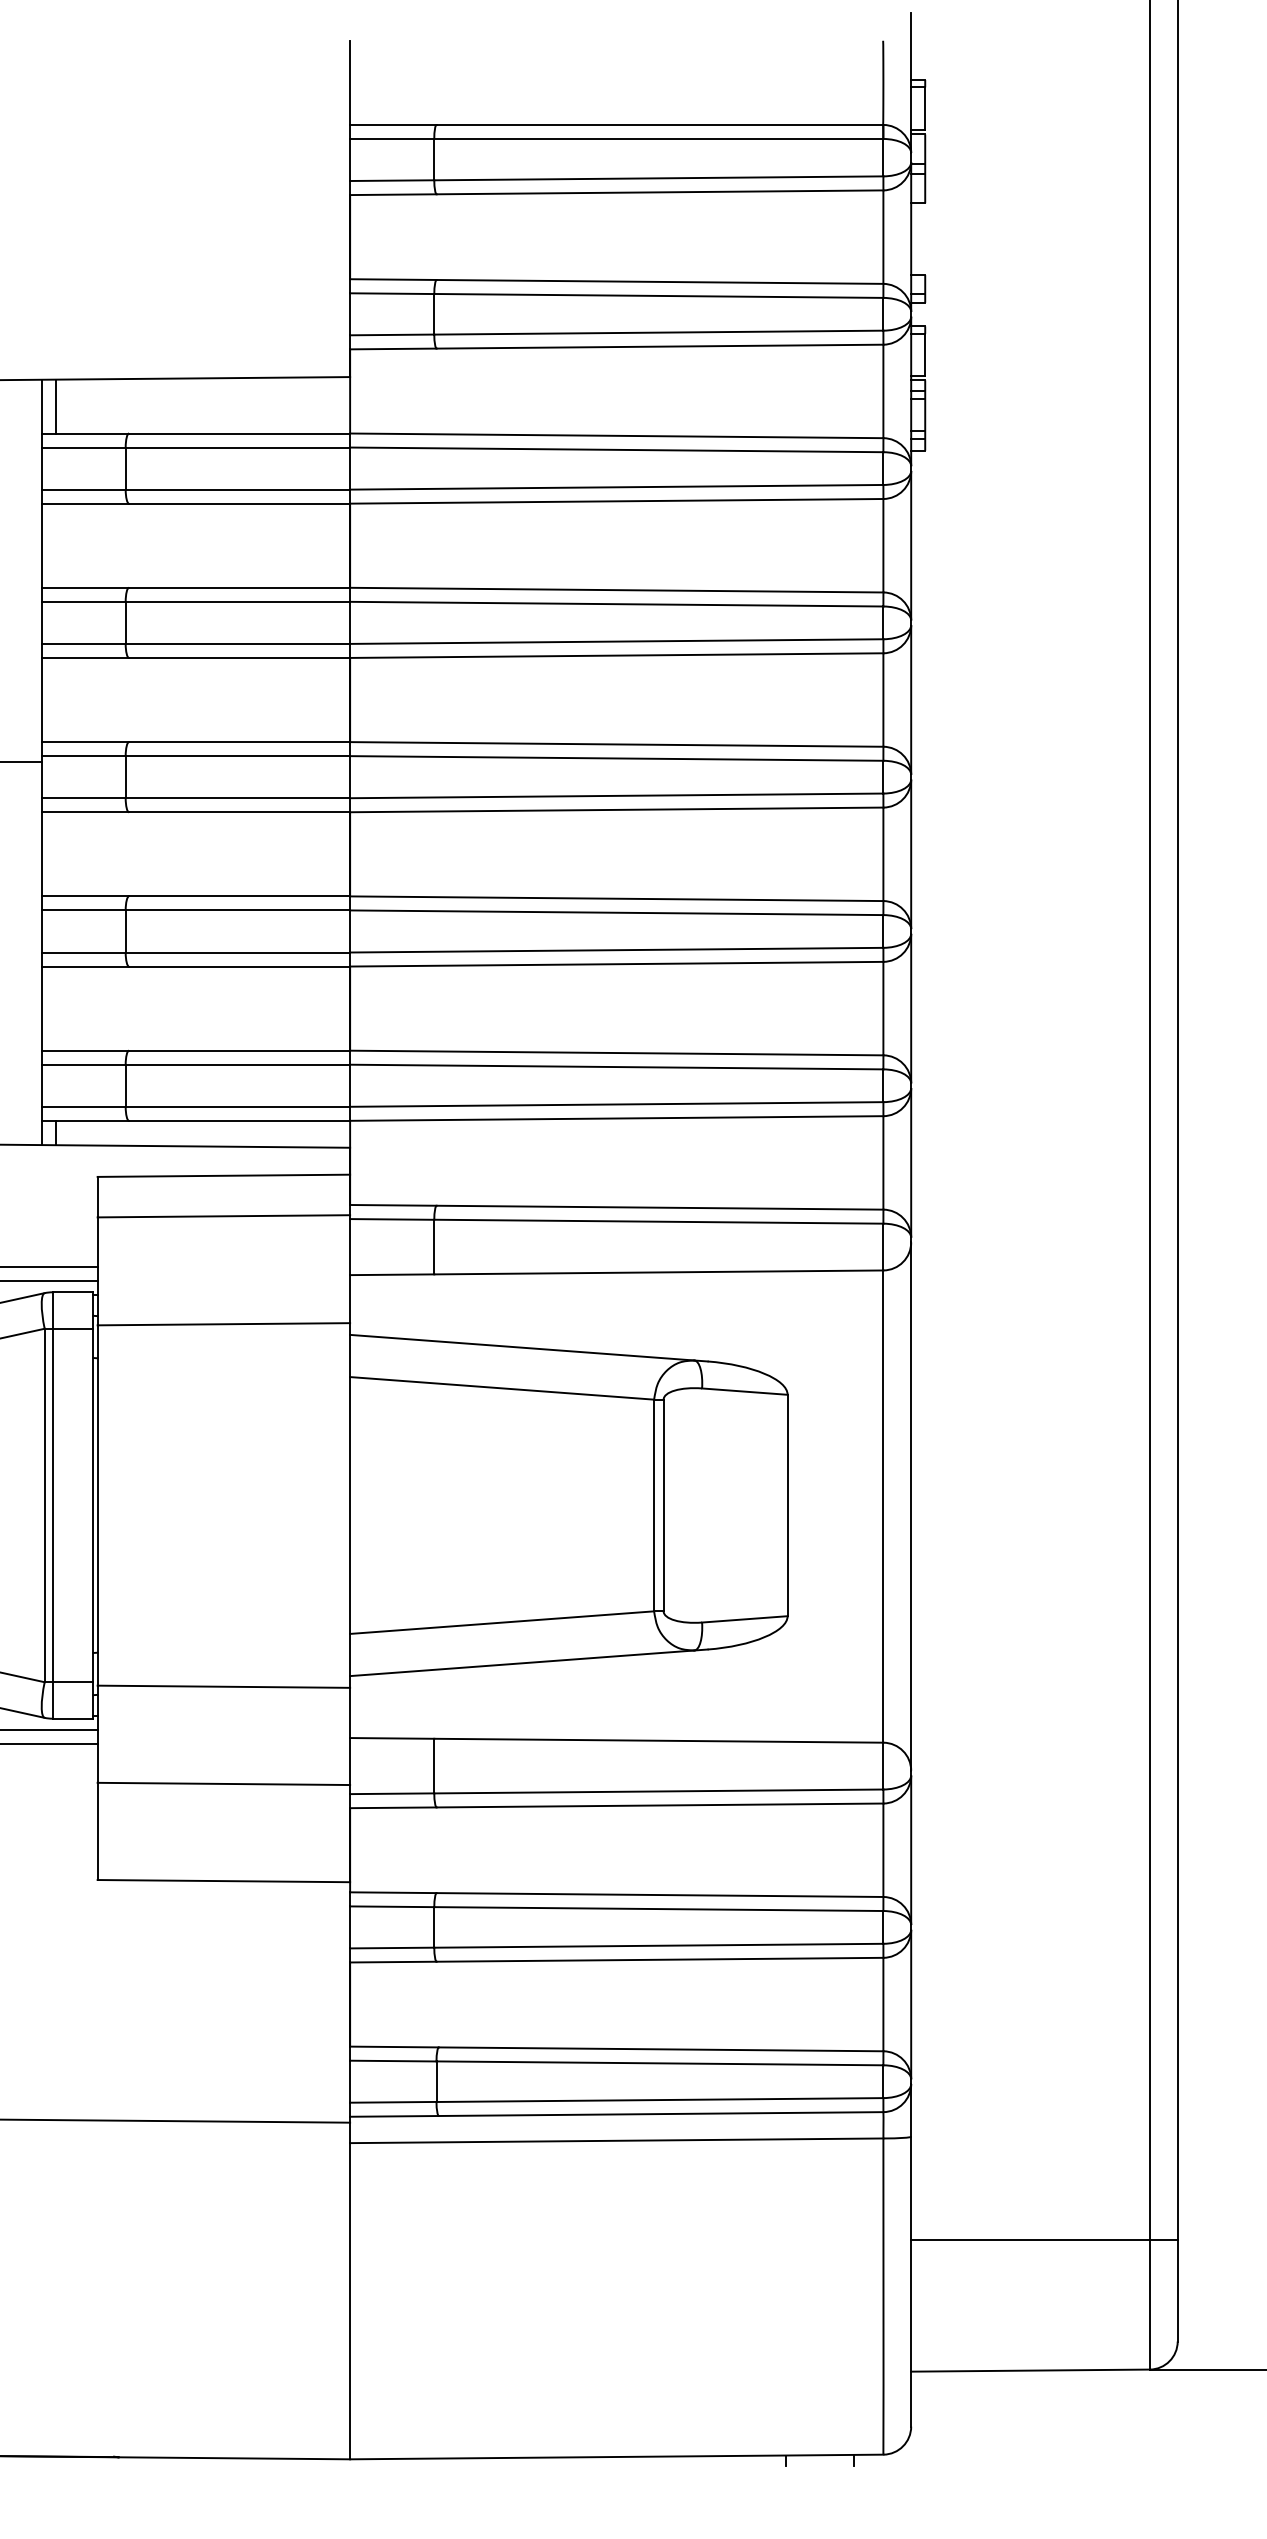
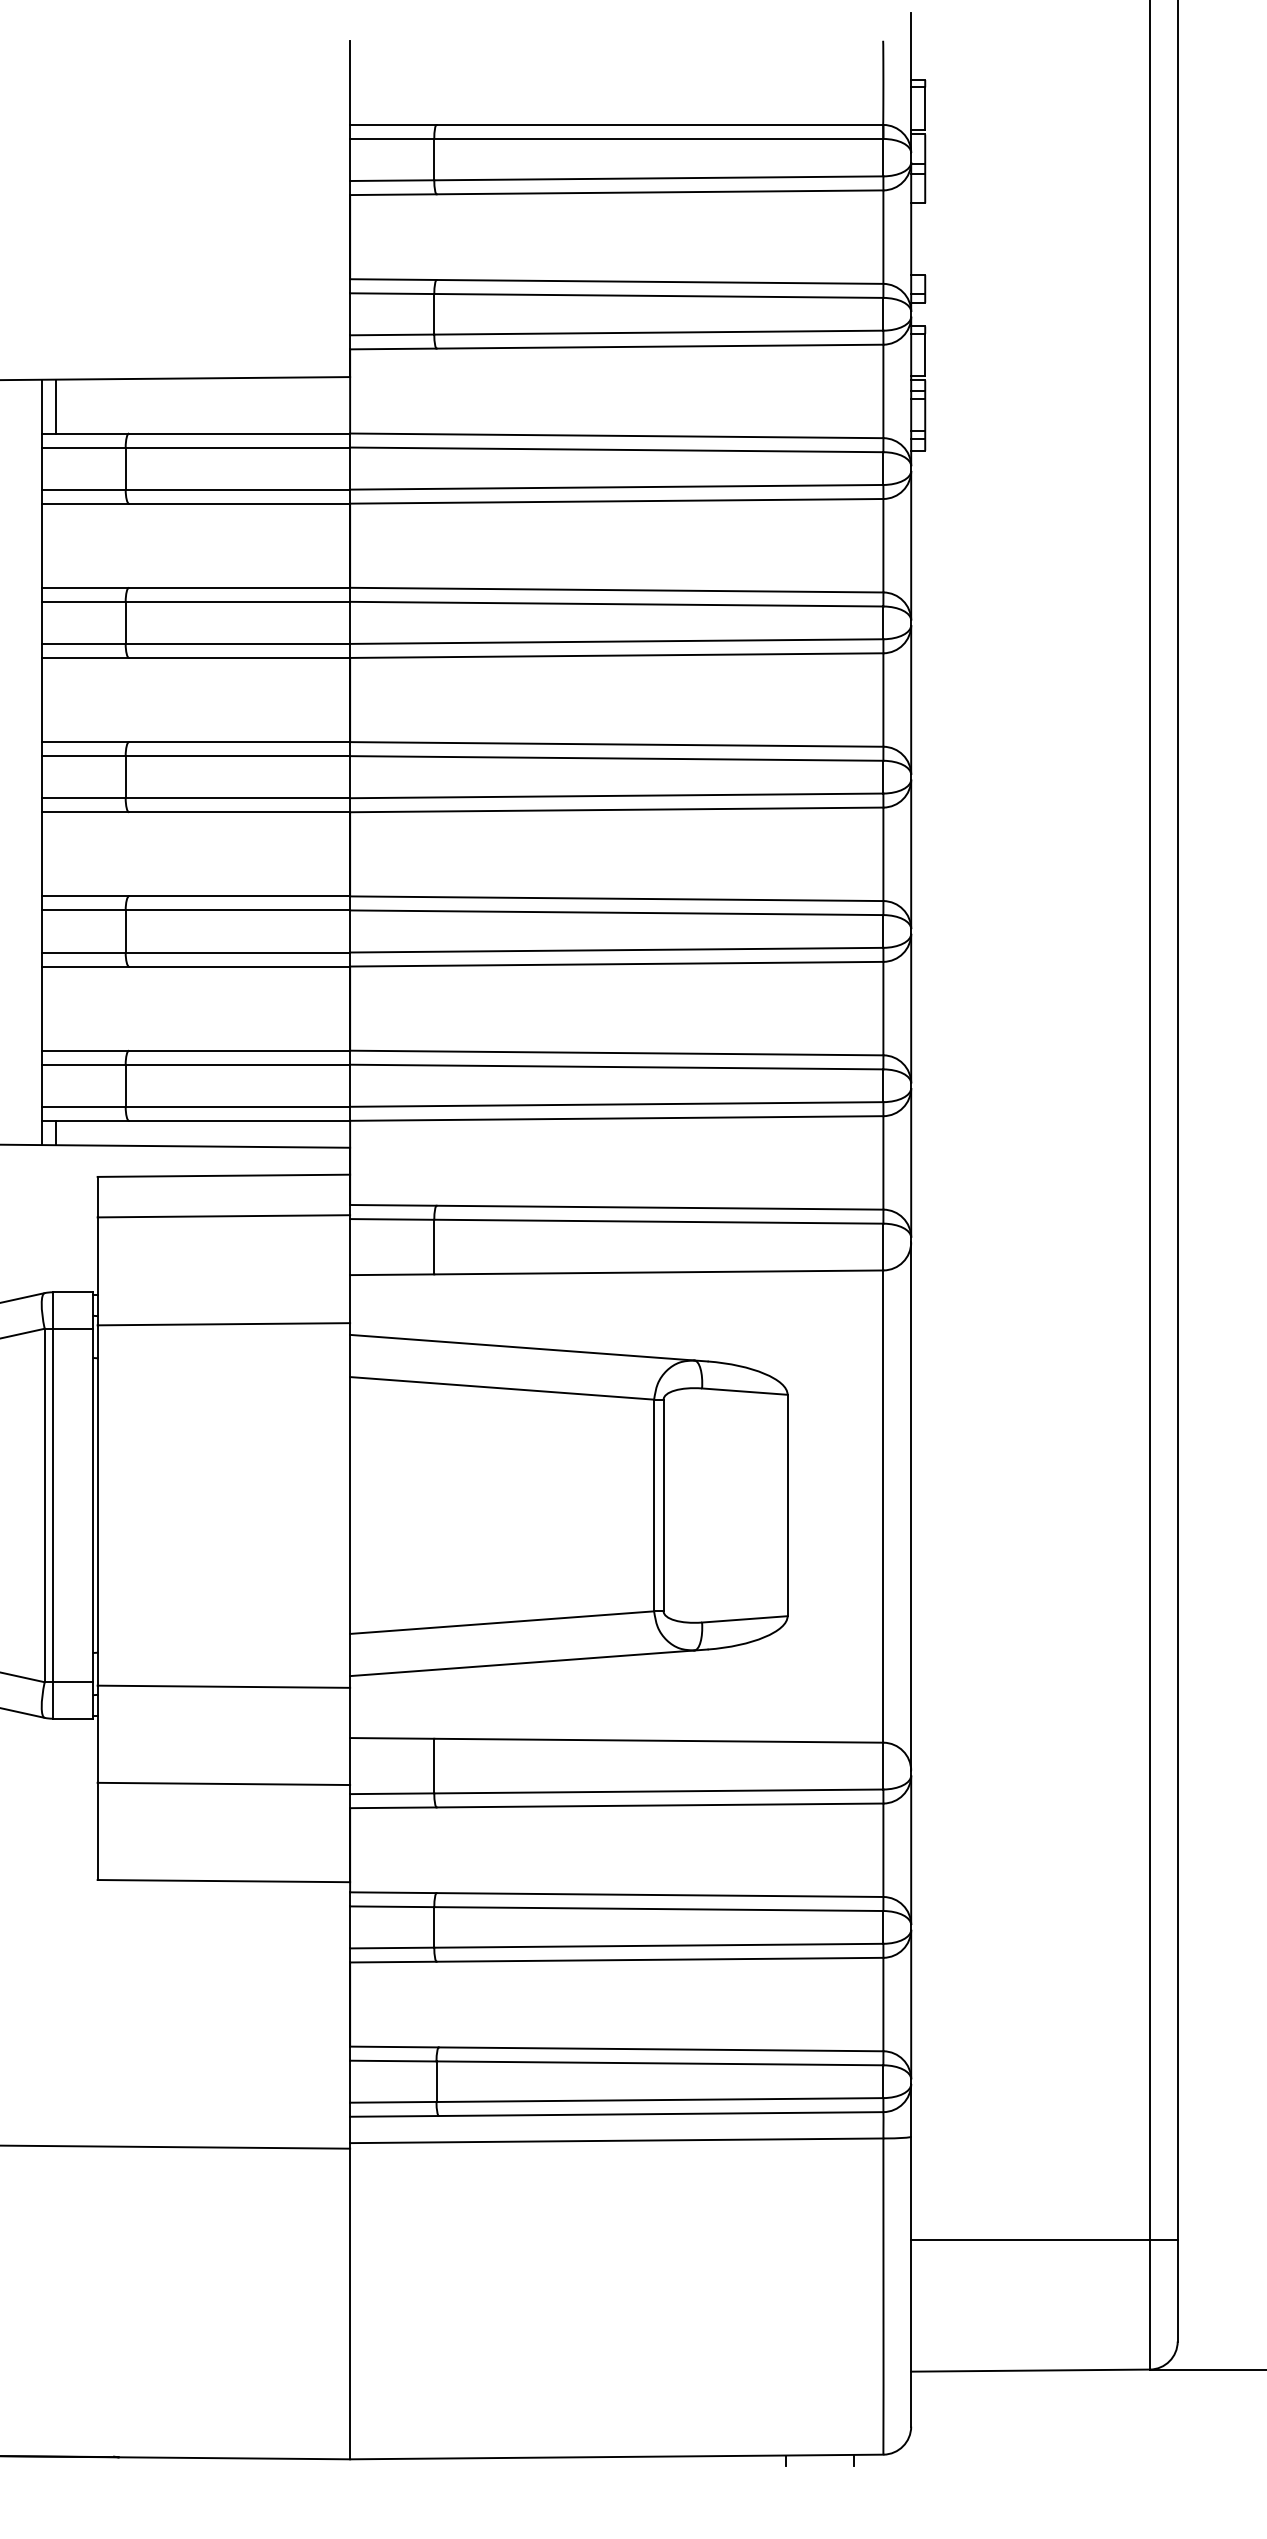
line at (21, 762): present -> none
line at (49, 1267): present -> none
line at (49, 1281): present -> none
line at (49, 1729): present -> none
line at (49, 1743): present -> none
line at (176, 2120) position: (176, 2120) -> (176, 2146)
